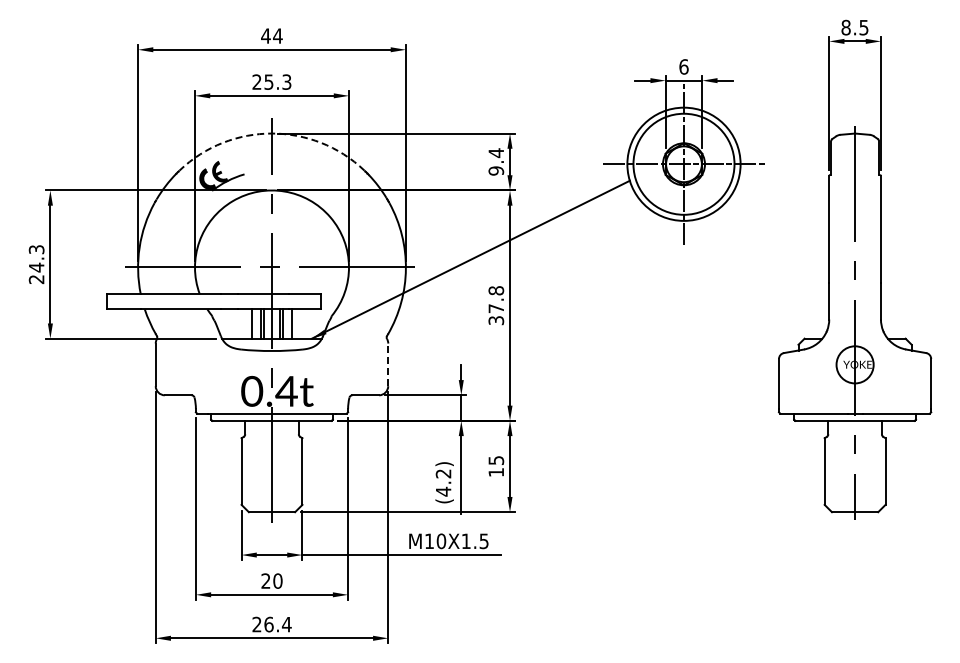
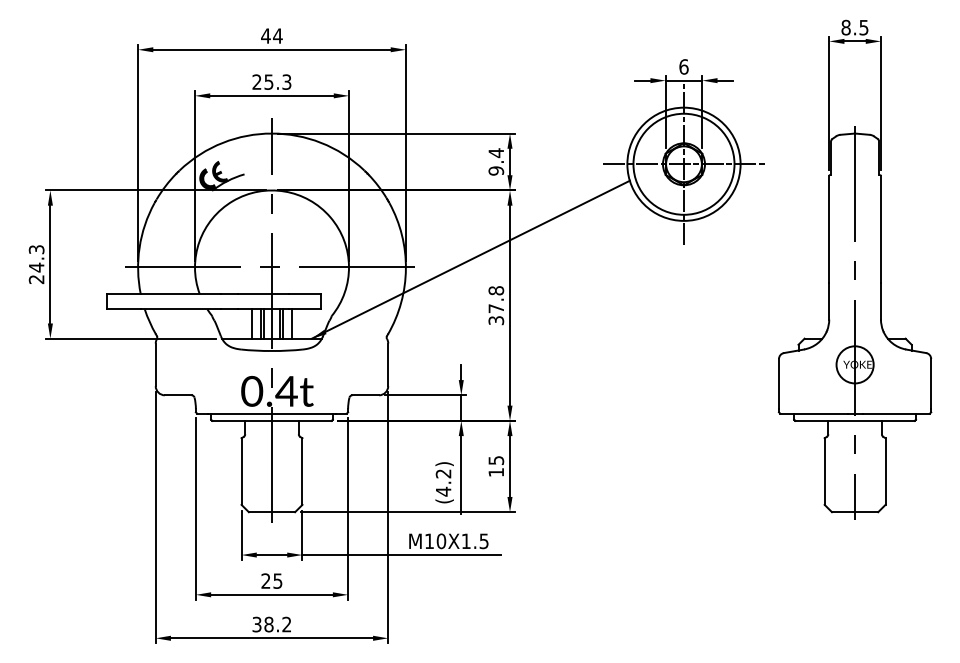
arc at (272, 133): dashed -> solid
line at (388, 364): dashed -> solid
text at (277, 580): 20 -> 25
text at (271, 624): 26.4 -> 38.2
